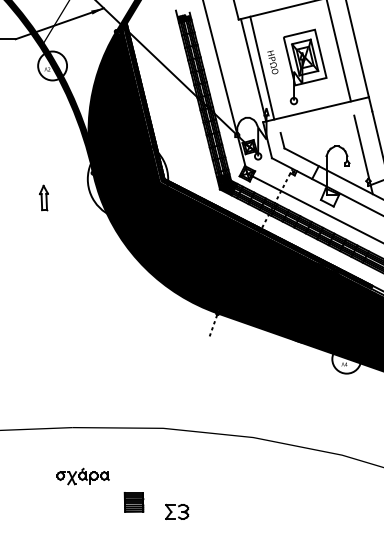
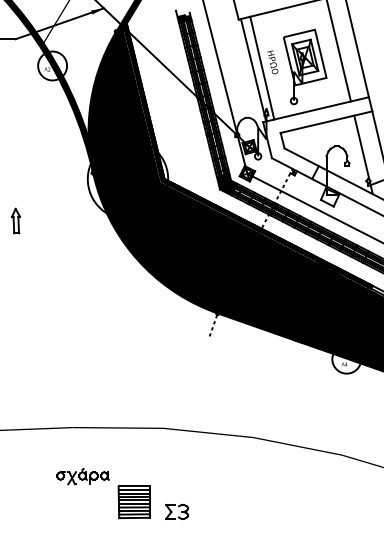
line at (326, 121): none -> present
part at (43, 197) position: (43, 197) -> (15, 220)
part at (133, 502) size: 22x21 px -> 34x35 px
